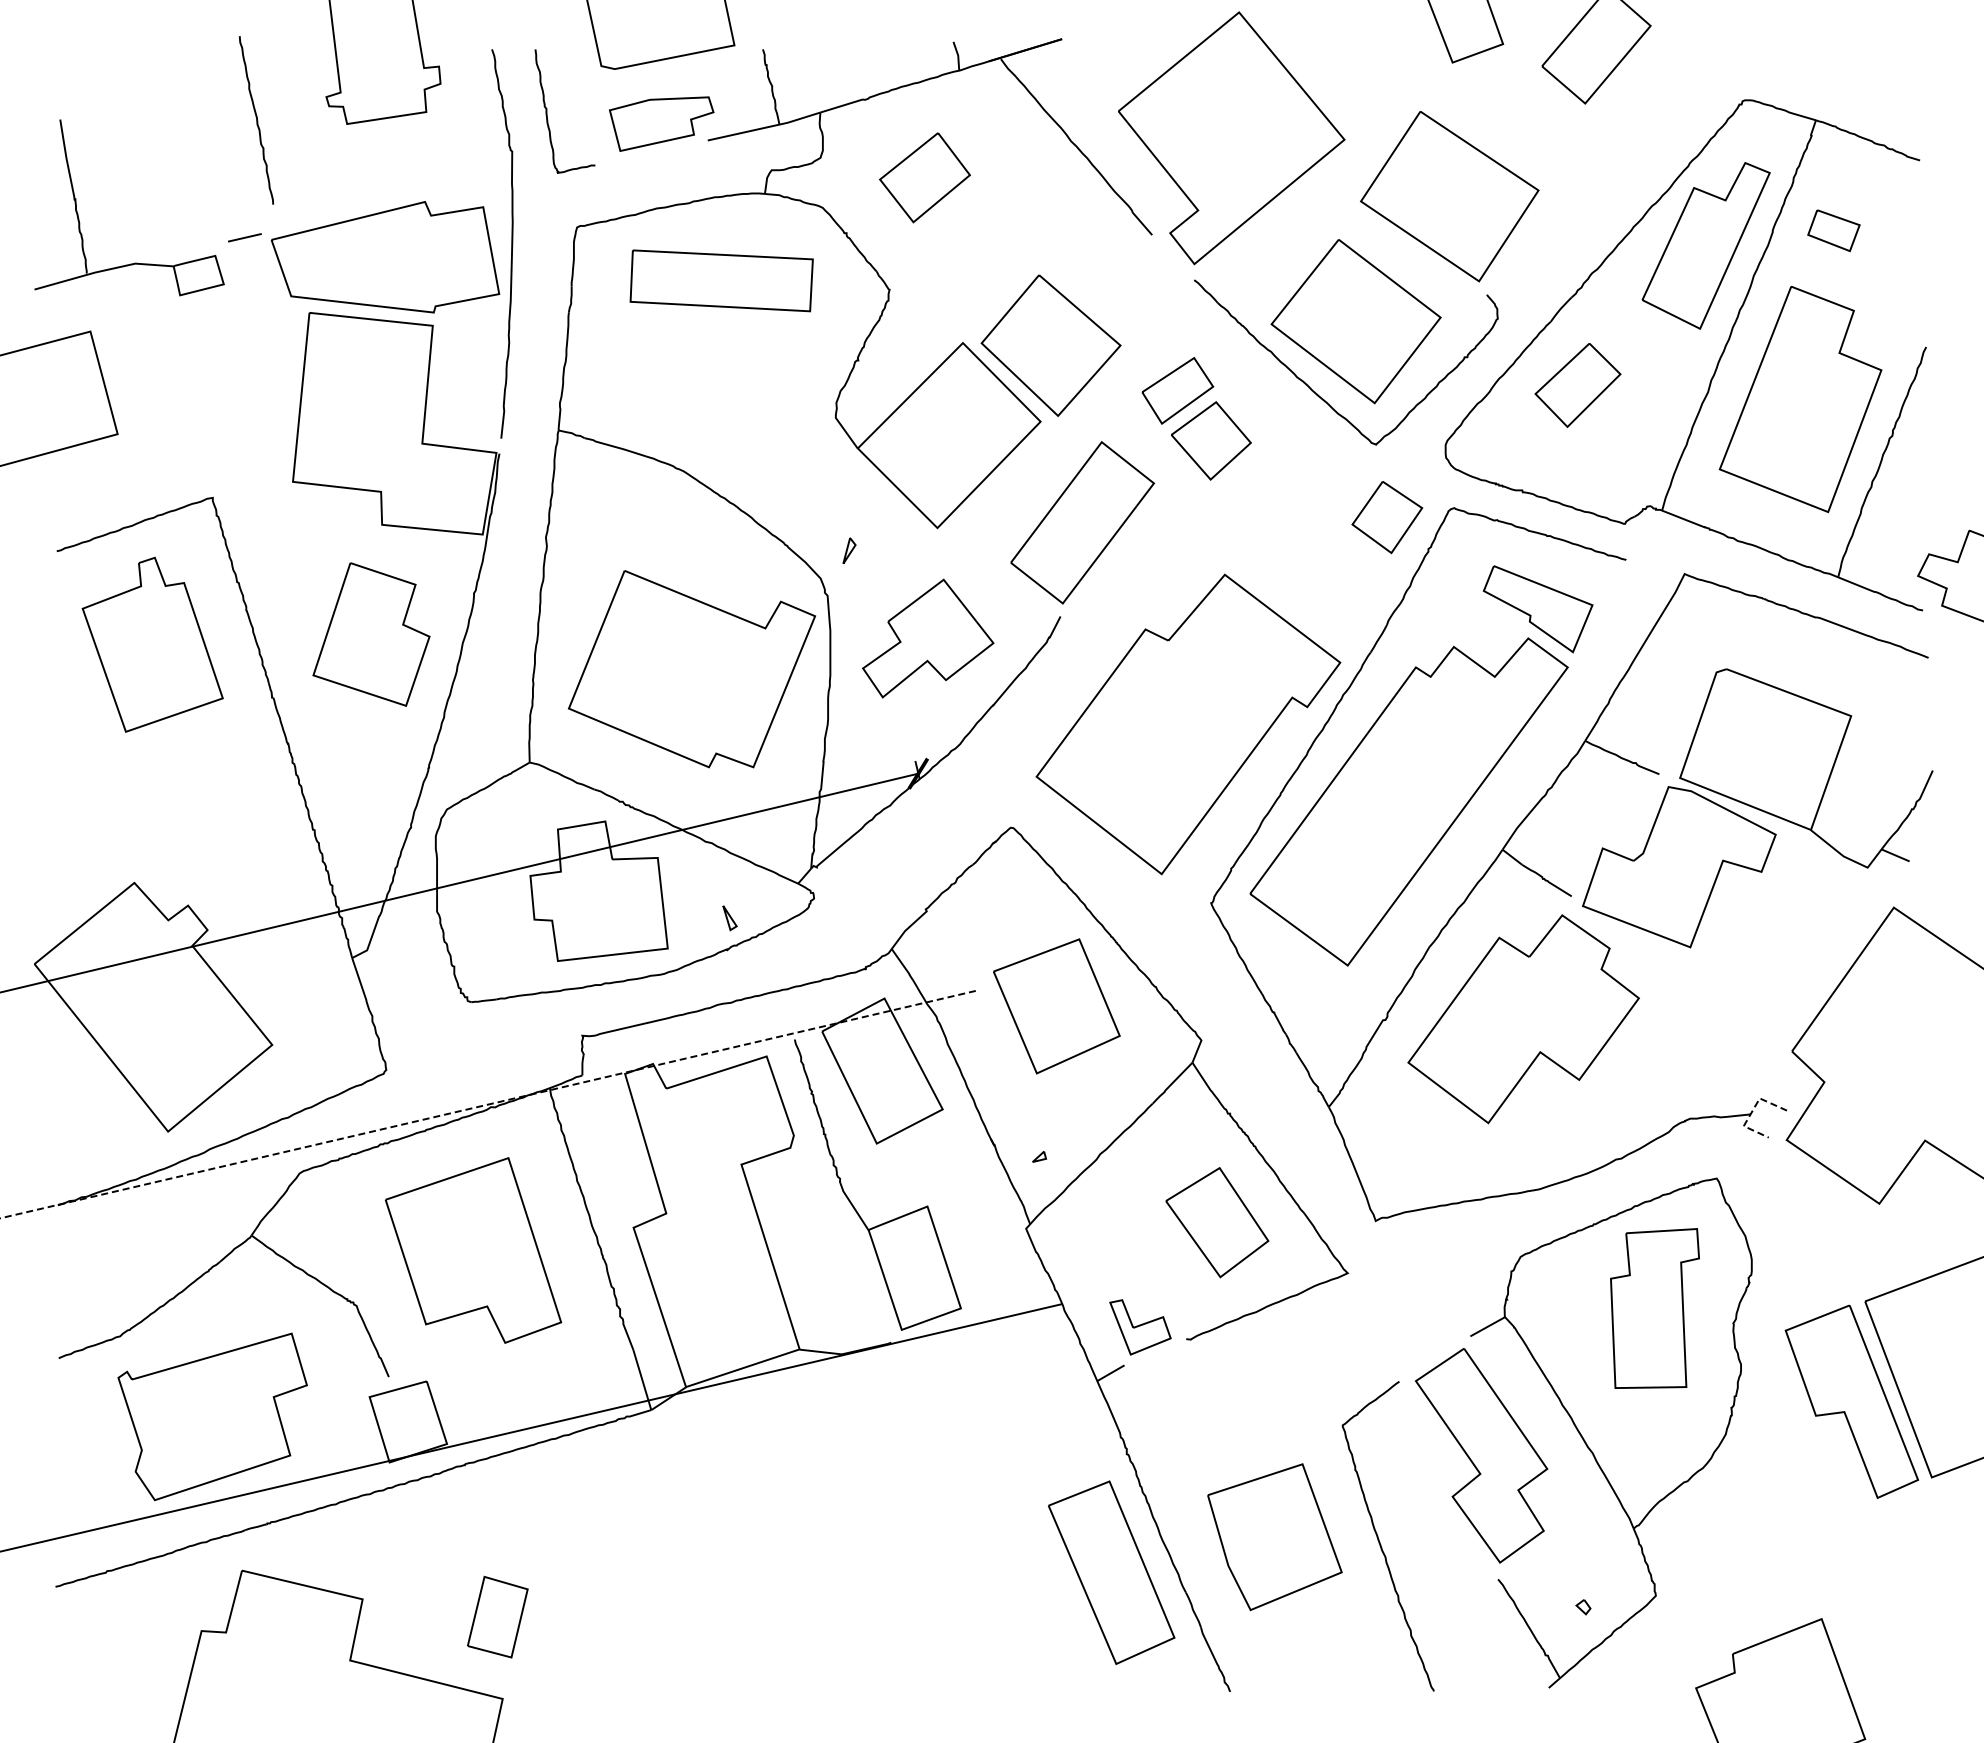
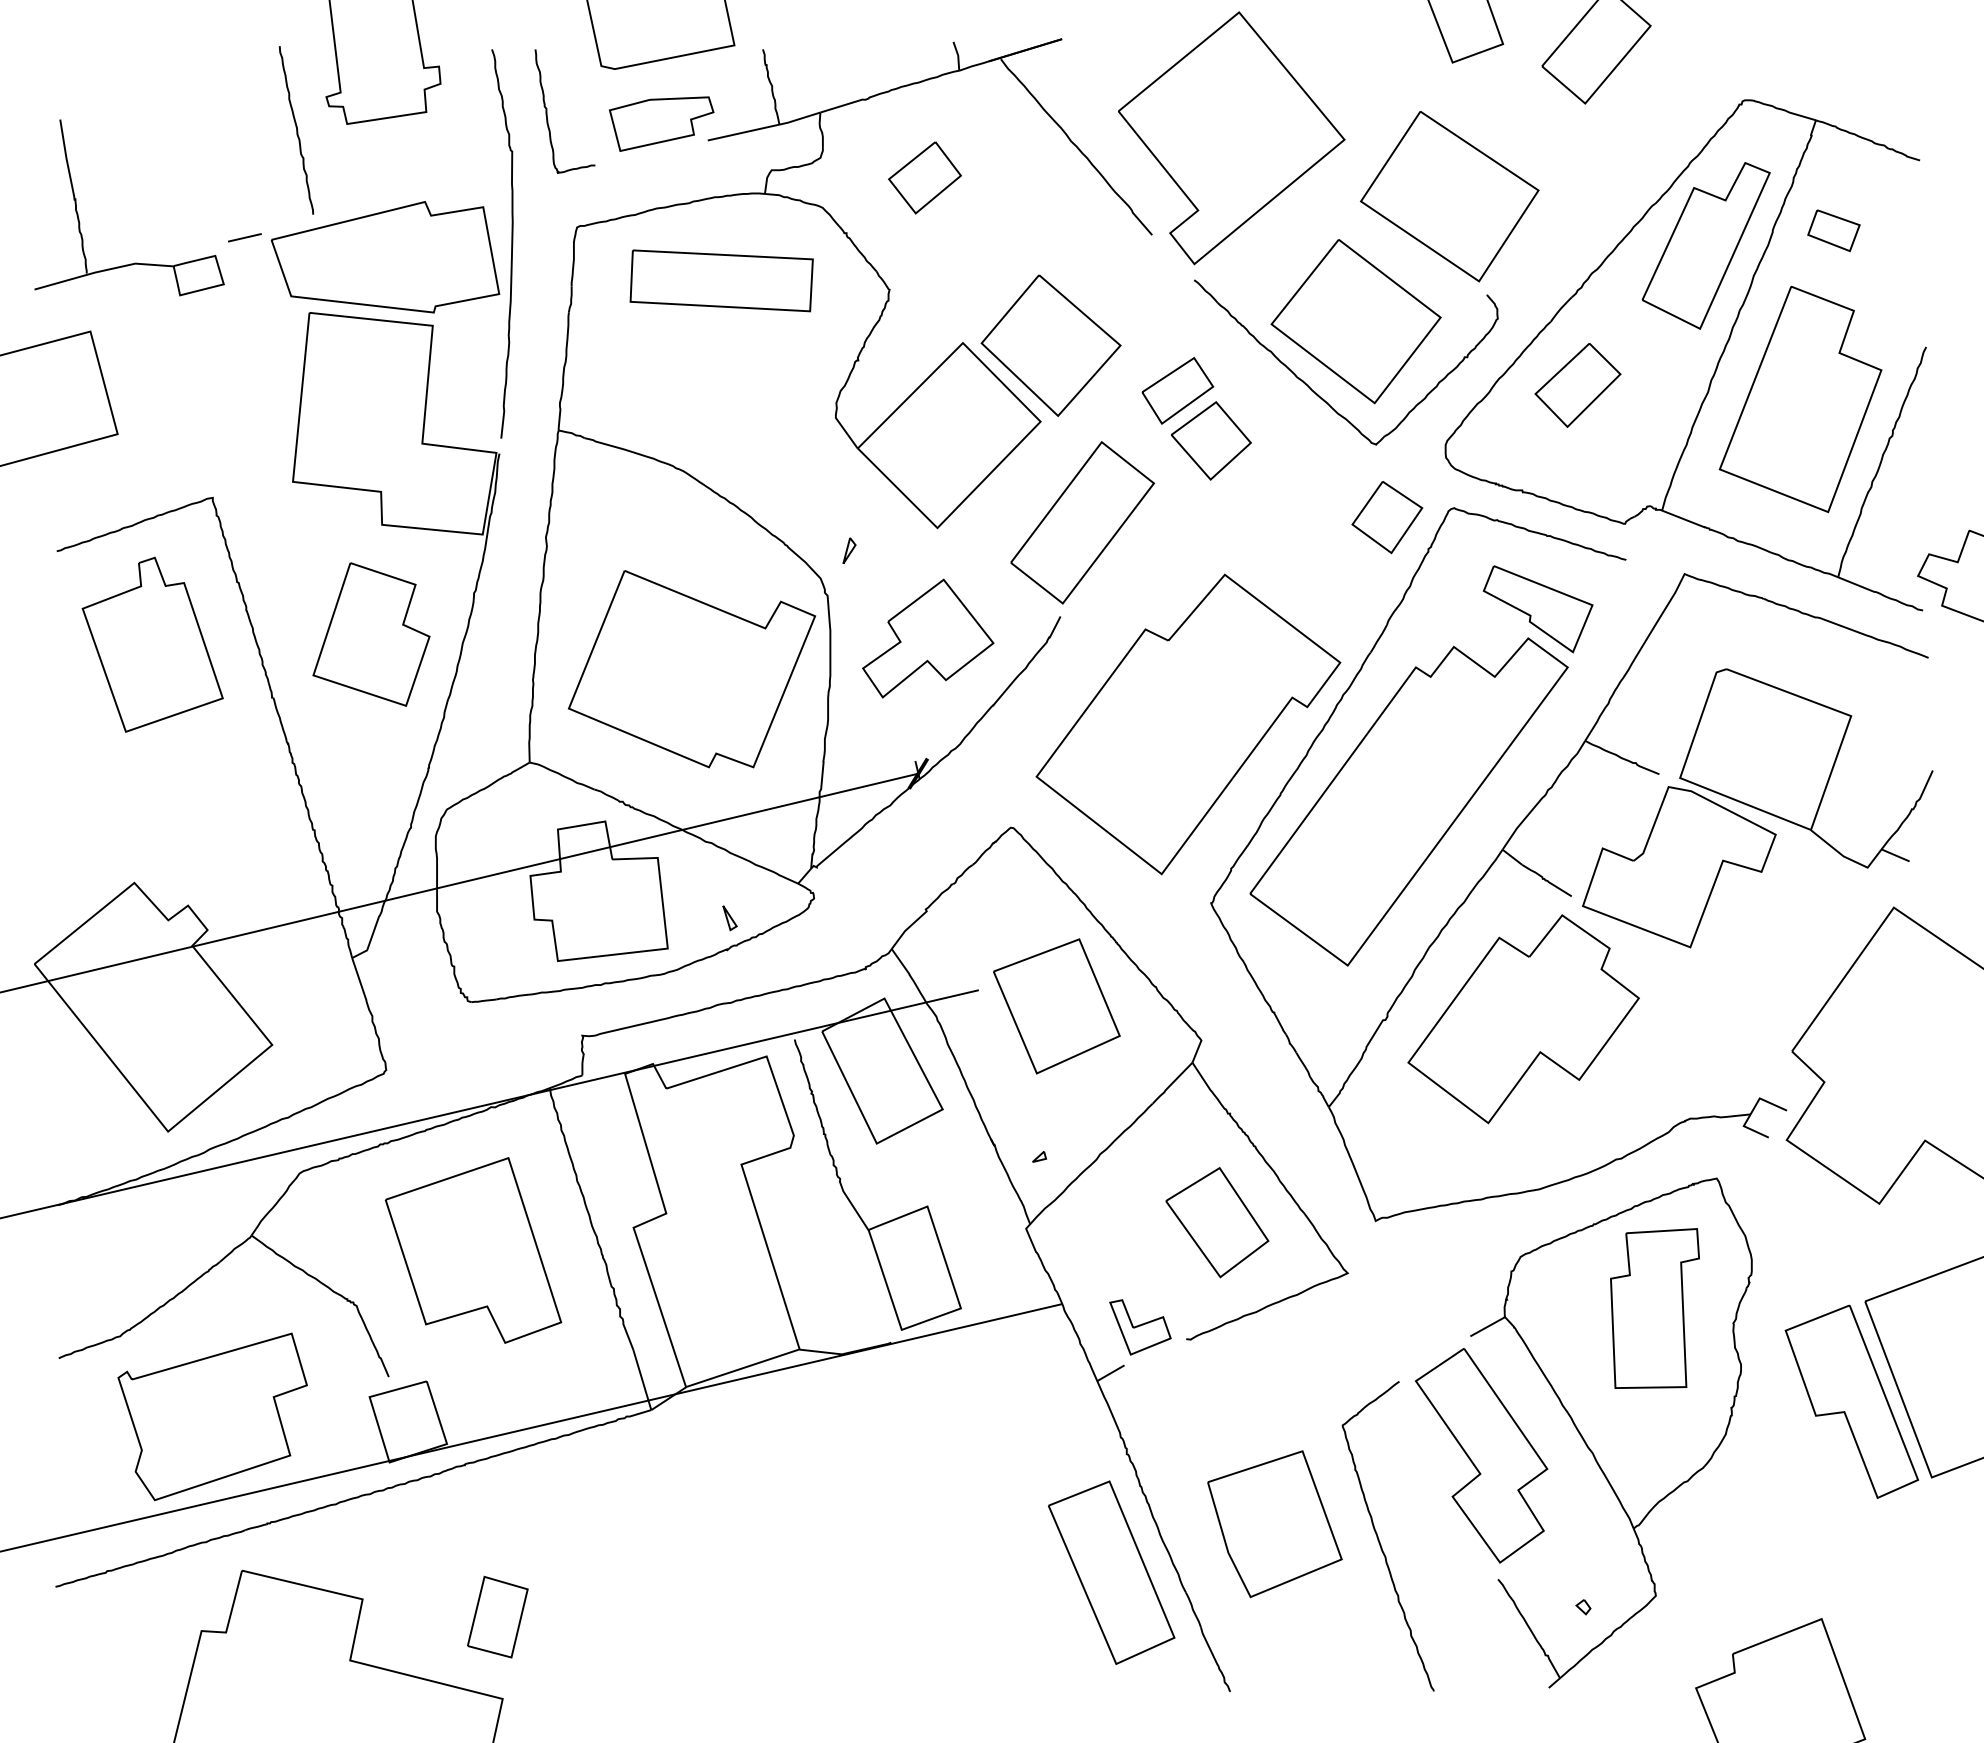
curve at (256, 120) position: (256, 120) -> (296, 130)
part at (924, 177) size: 92x92 px -> 74x74 px
line at (489, 1104): dashed -> solid
line at (1752, 1111): dashed -> solid
part at (1274, 1537) position: (1274, 1537) -> (1274, 1524)
